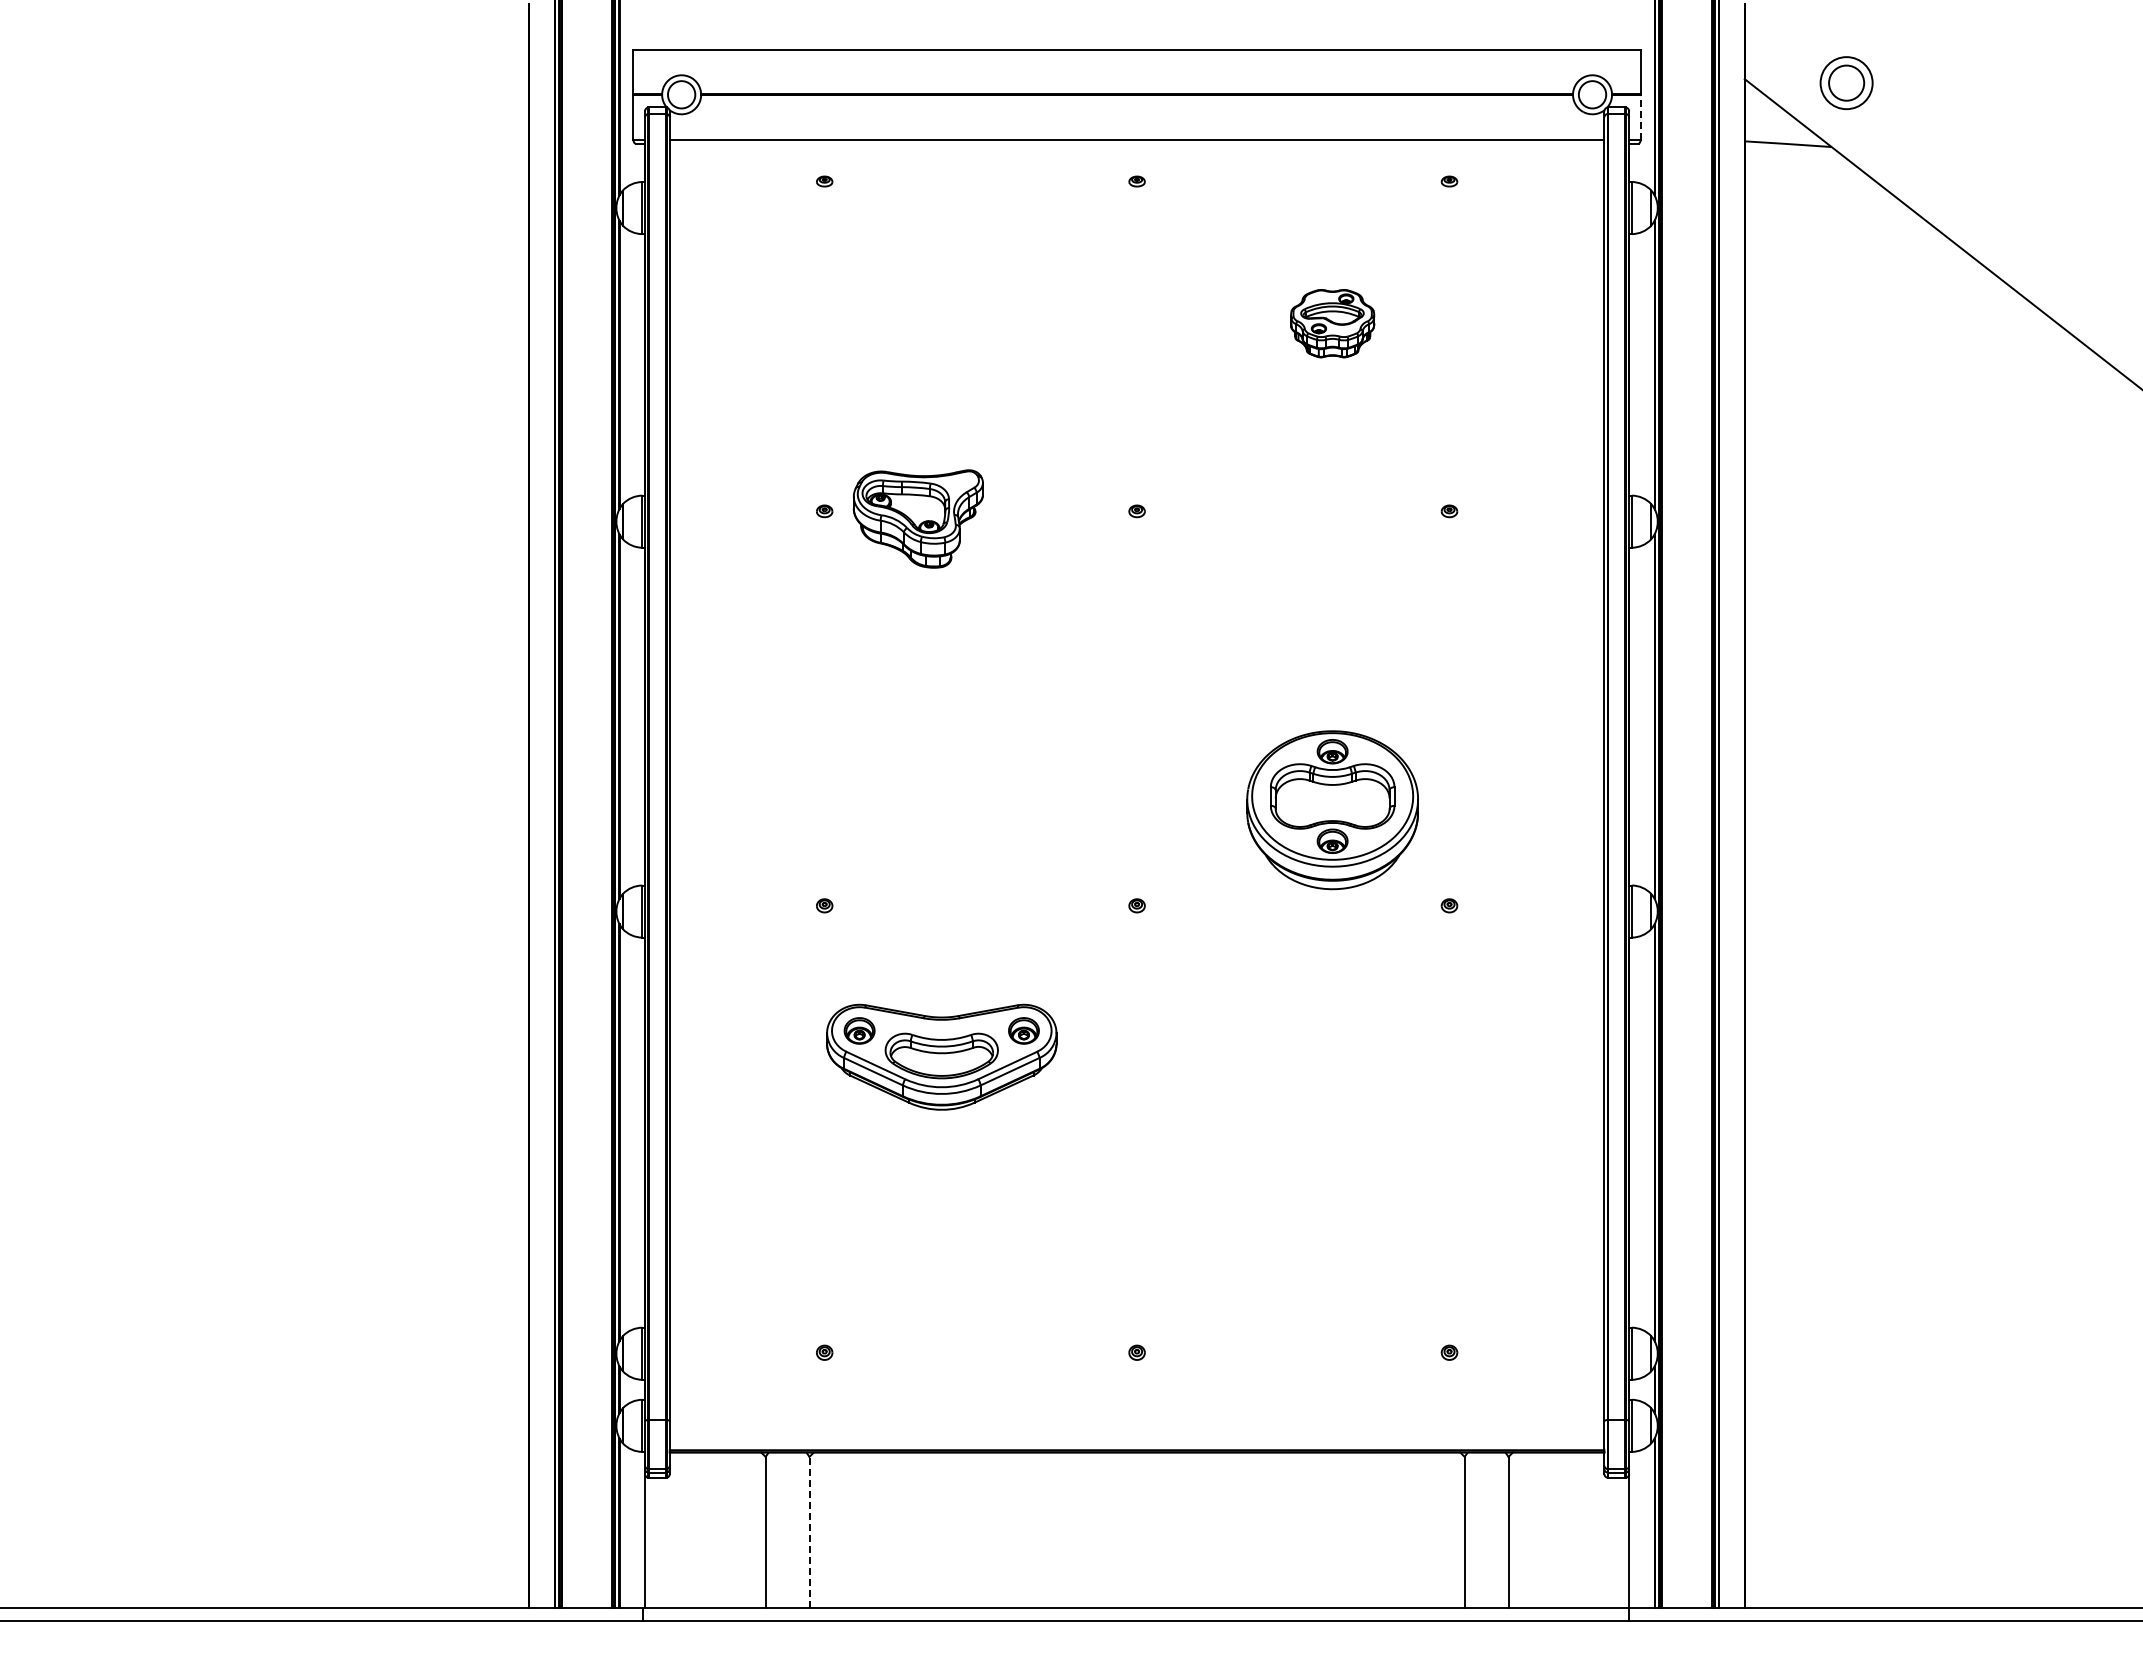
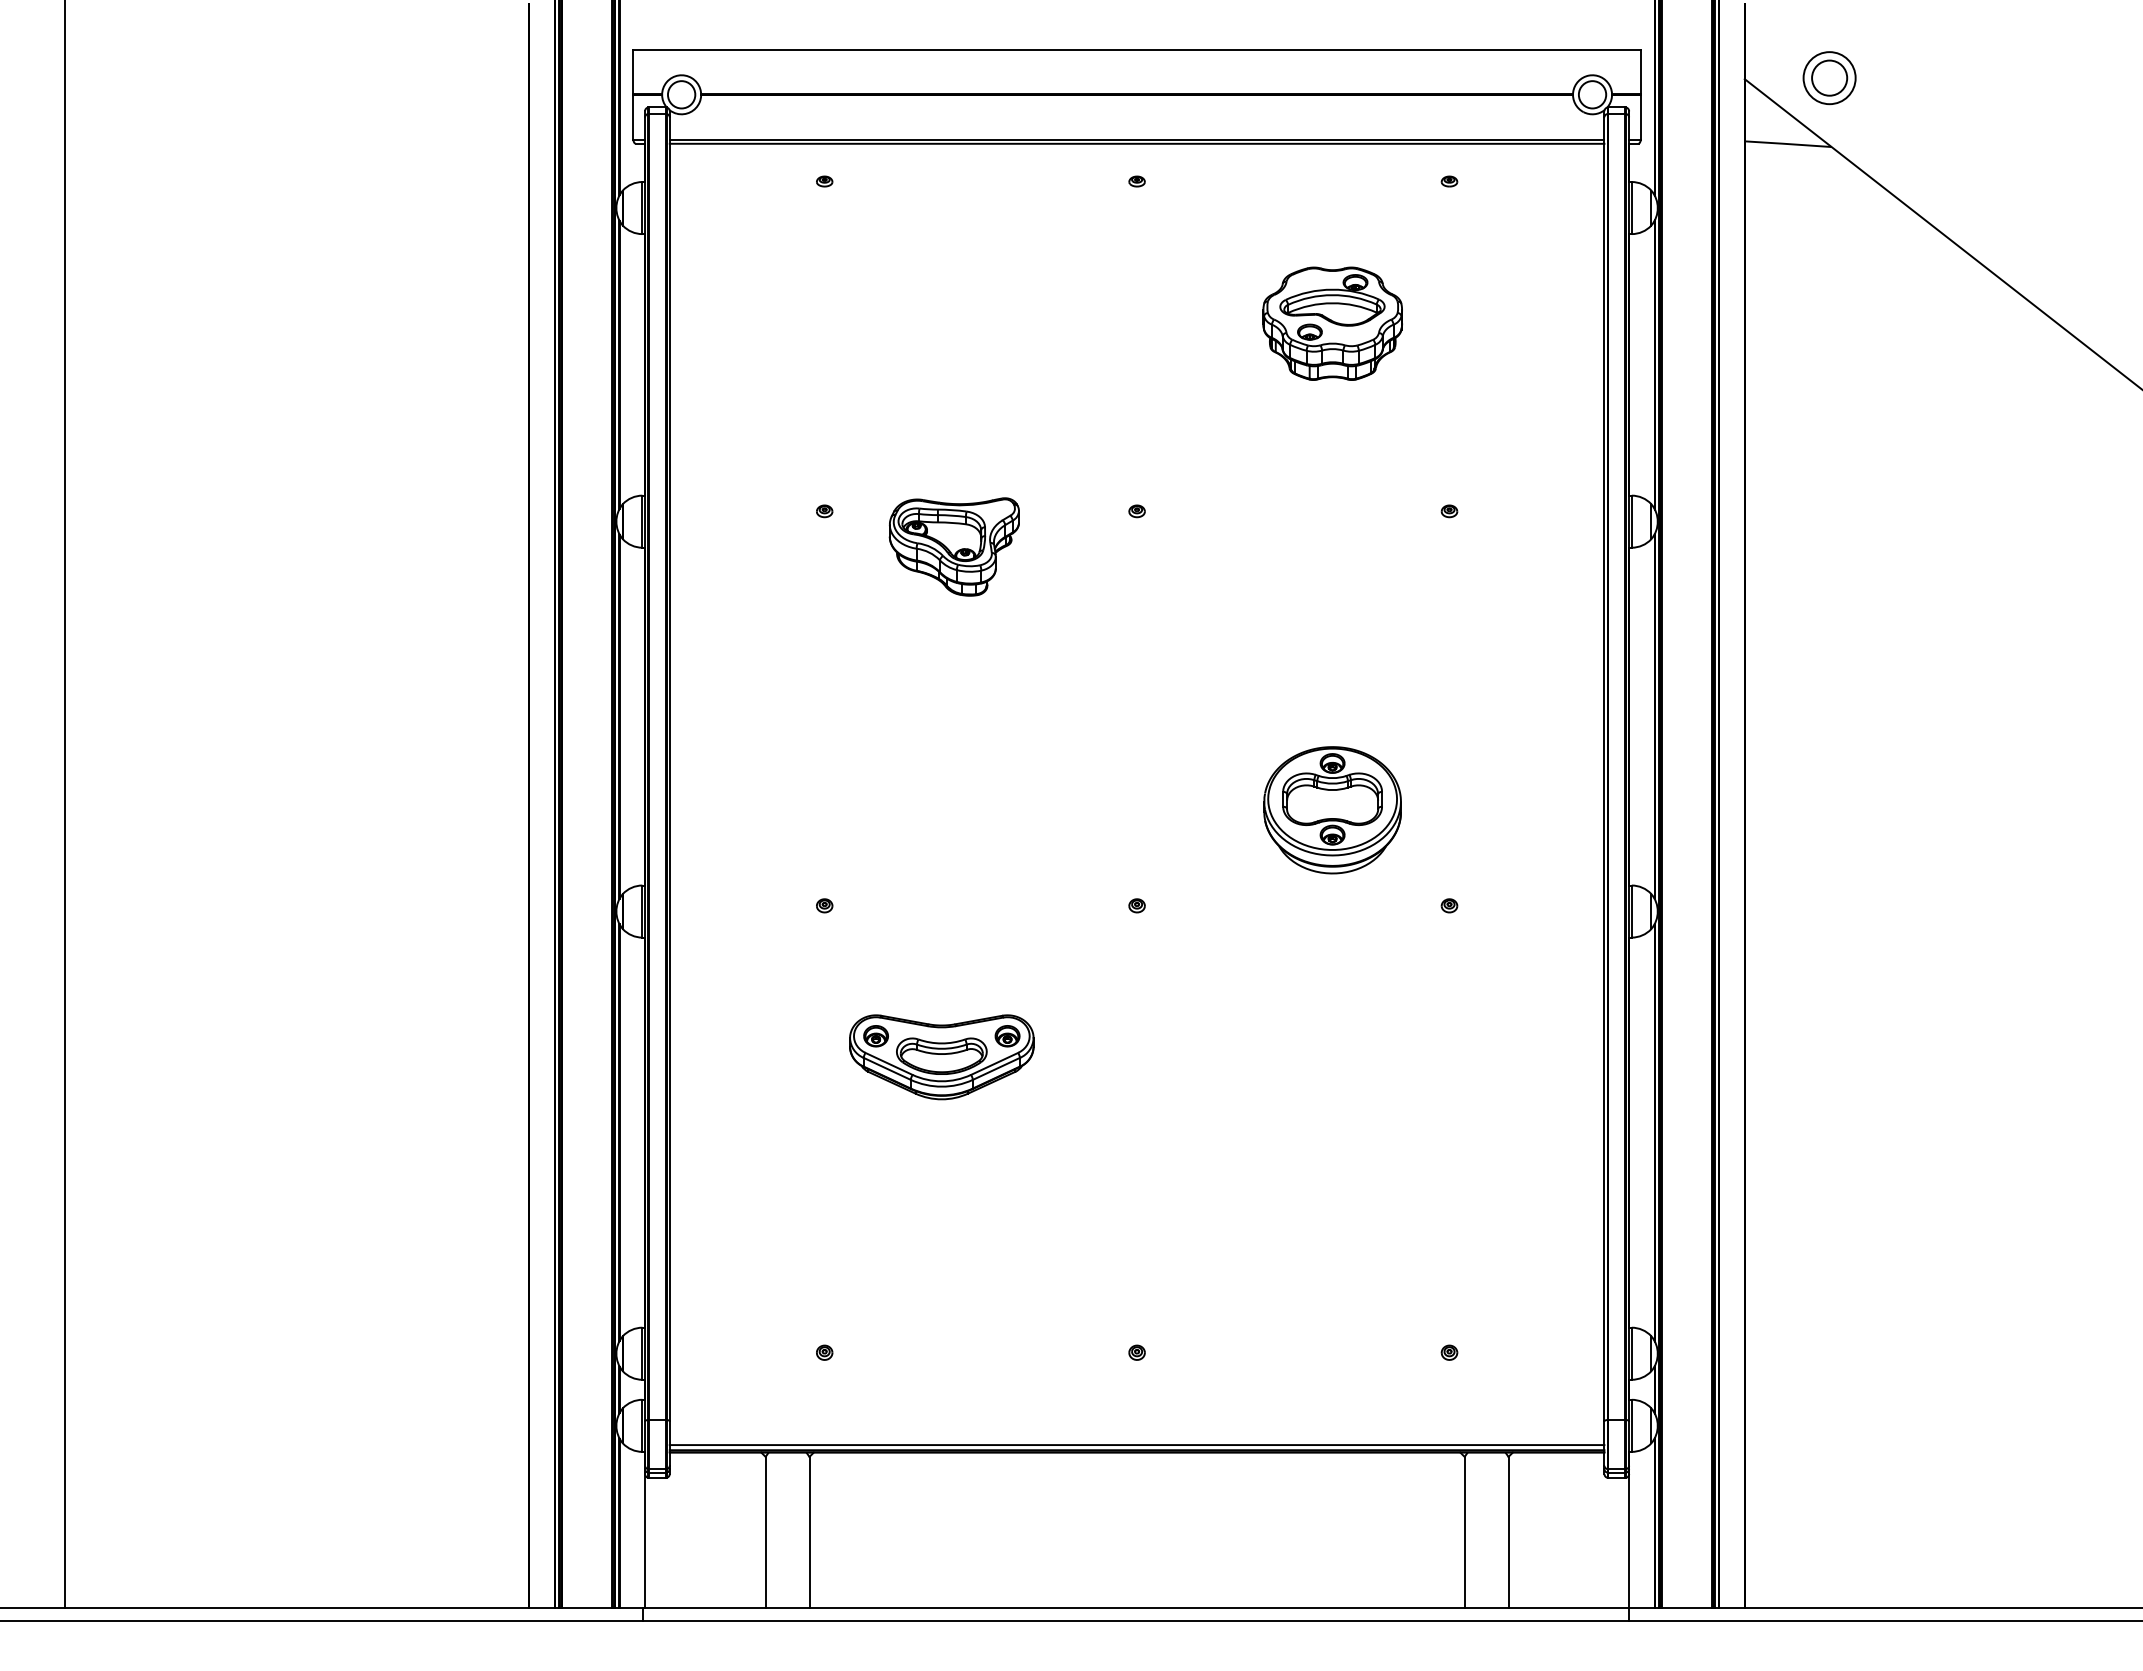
part at (1846, 83) position: (1846, 83) -> (1829, 78)
line at (1640, 116): dashed -> solid
line at (1136, 143): none -> present
part at (1332, 323) size: 86x70 px -> 141x115 px
part at (917, 518) position: (917, 518) -> (953, 546)
line at (65, 805): none -> present
part at (1332, 810) size: 173x161 px -> 139x129 px
part at (941, 1056) size: 232x108 px -> 186x87 px
line at (1136, 1445): none -> present
line at (809, 1532): dashed -> solid
